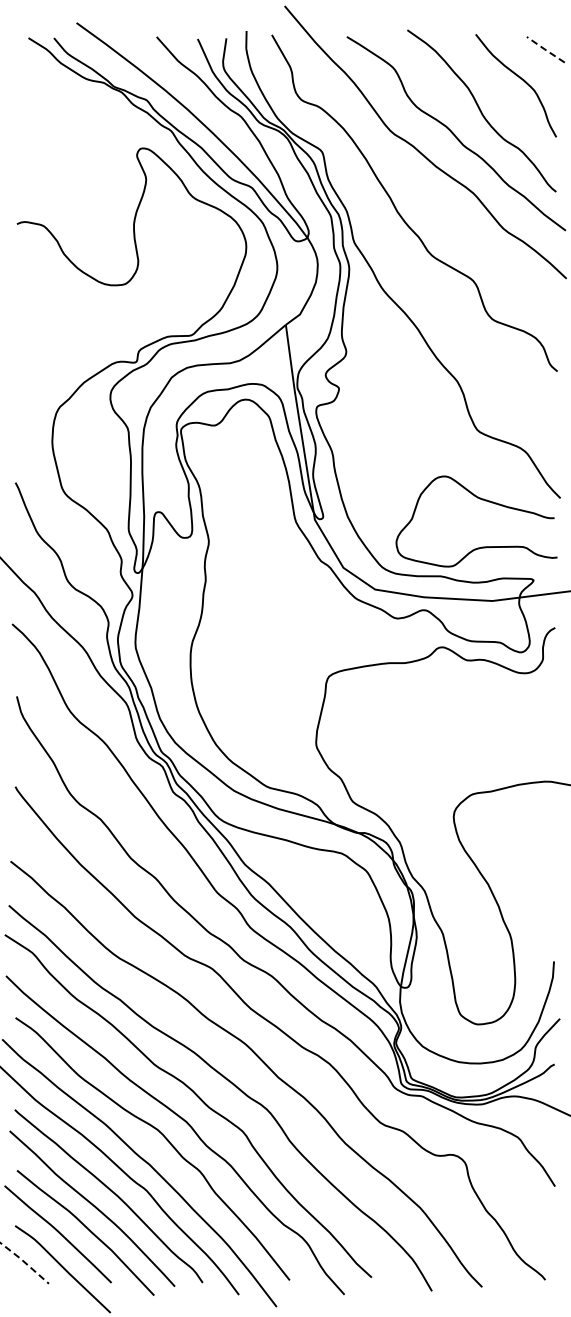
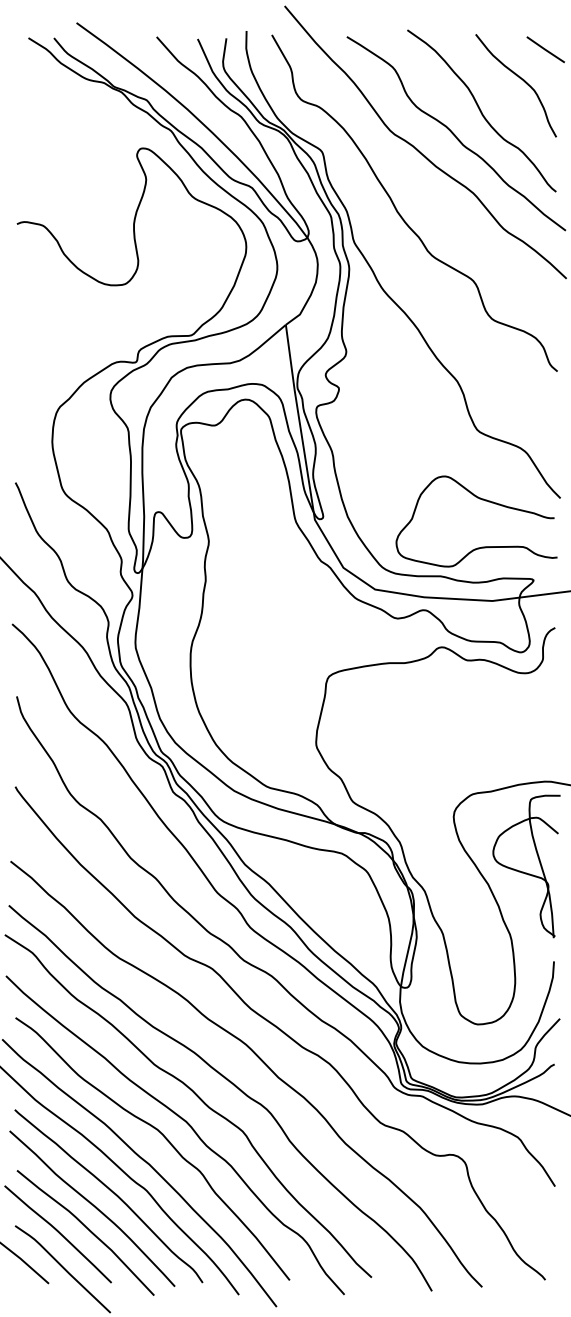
line at (545, 49): dashed -> solid
part at (526, 866): none -> present
line at (24, 1262): dashed -> solid
